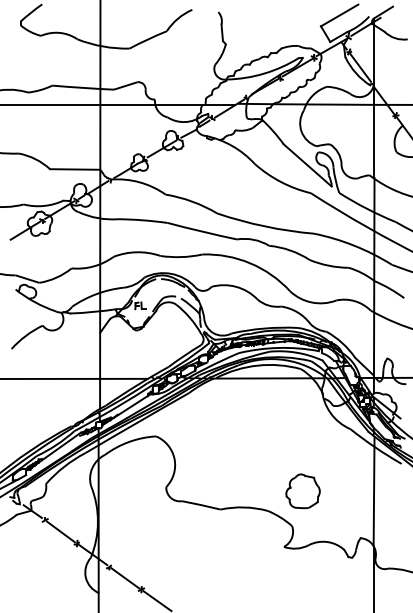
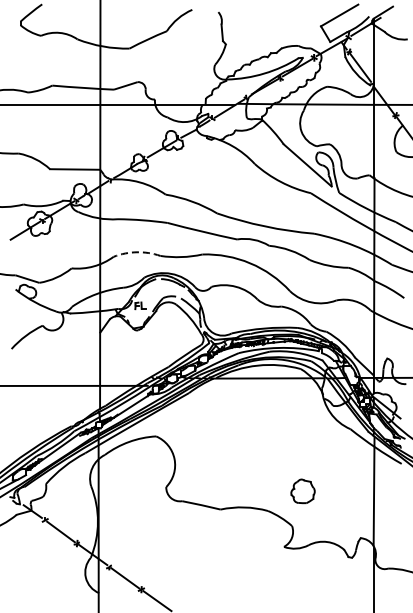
arc at (137, 252): solid -> dashed
line at (74, 378) position: (74, 378) -> (74, 385)
part at (302, 491) size: 36x37 px -> 26x27 px
